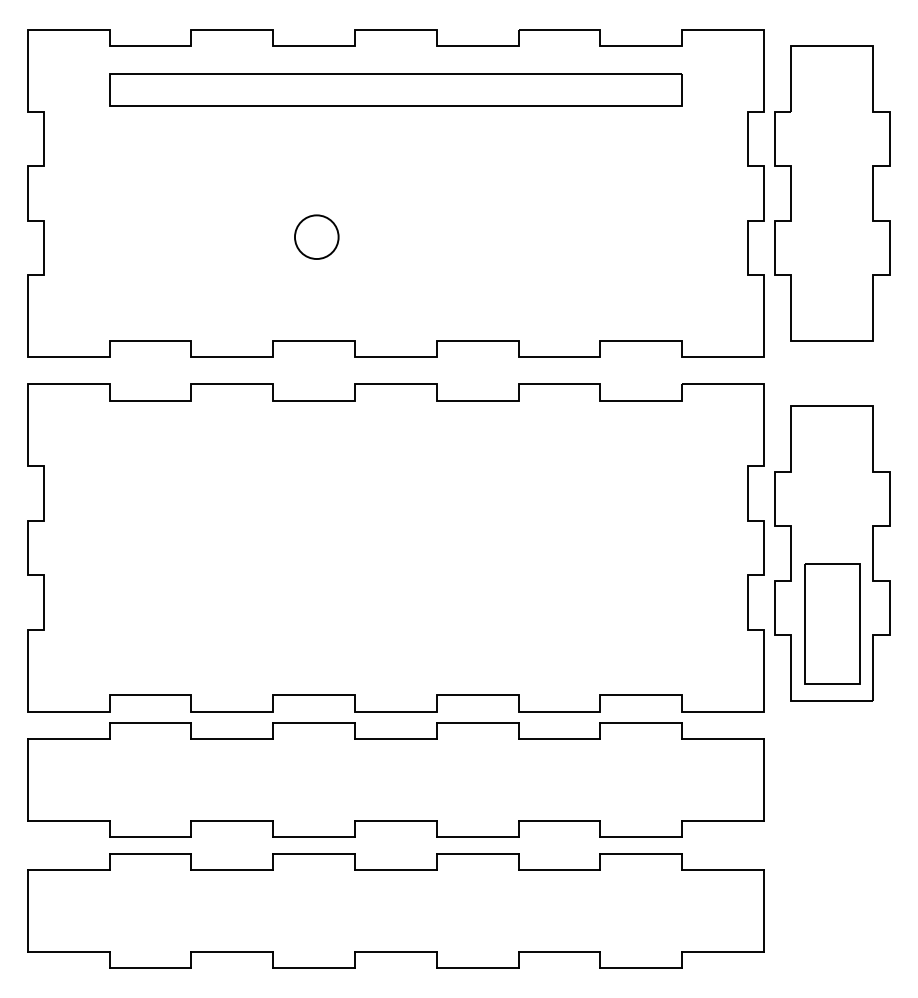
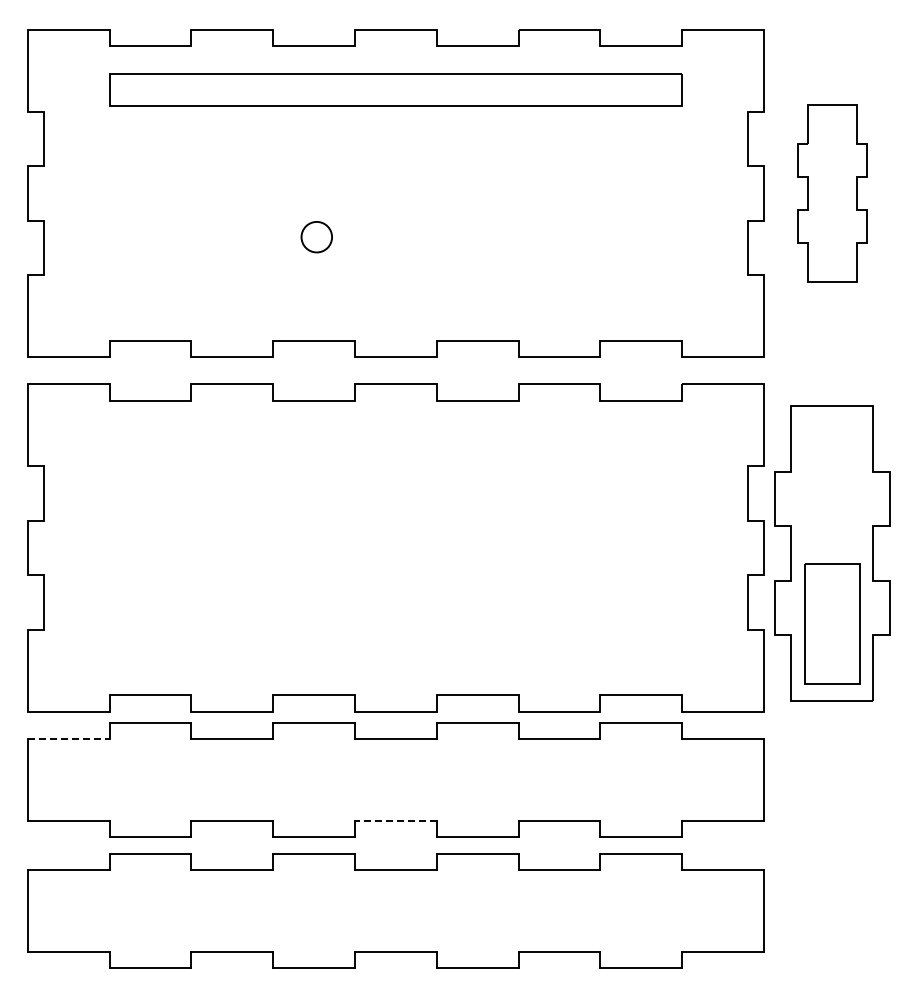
part at (832, 193) size: 117x297 px -> 71x179 px
circle at (316, 237) diameter: 44 px -> 31 px
line at (68, 738): solid -> dashed
line at (395, 820): solid -> dashed
